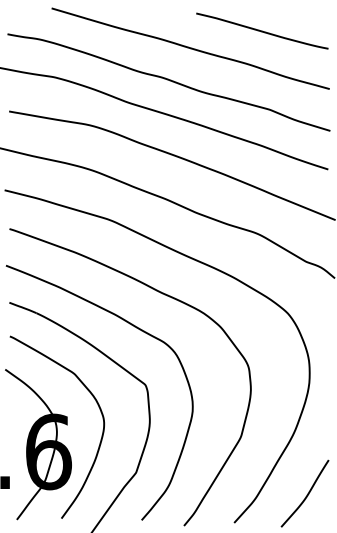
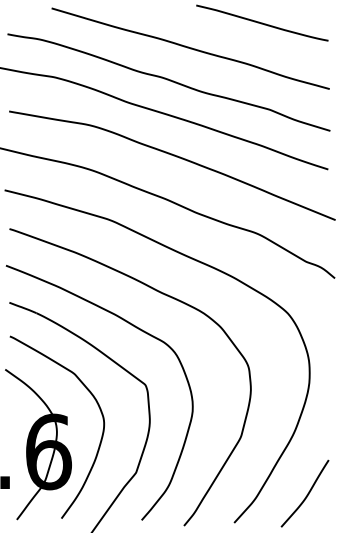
curve at (262, 30) position: (262, 30) -> (262, 22)
